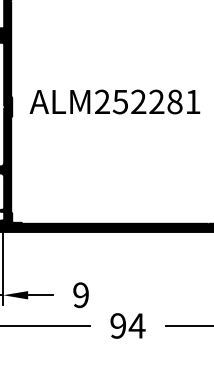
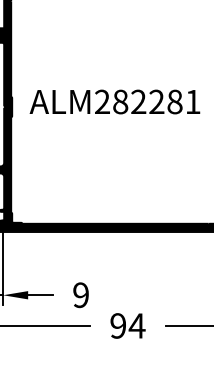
text at (120, 101): ALM252281 -> ALM282281
